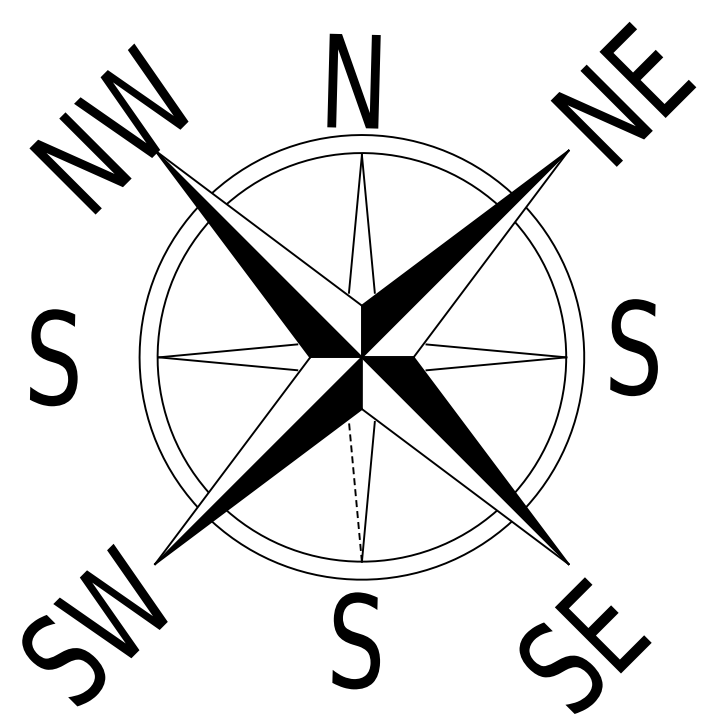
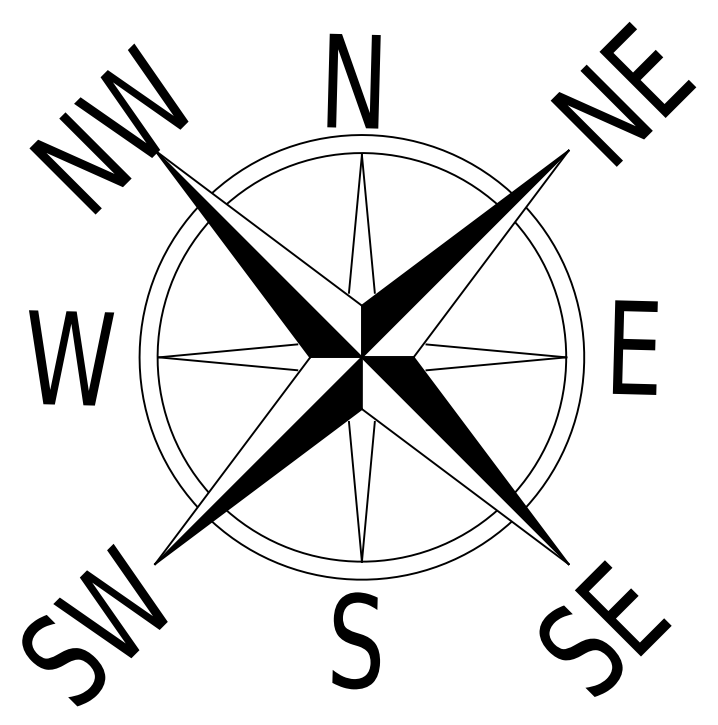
text at (633, 347): S -> E
text at (71, 357): S -> W
line at (355, 491): dashed -> solid
text at (585, 645) position: (585, 645) -> (605, 628)
